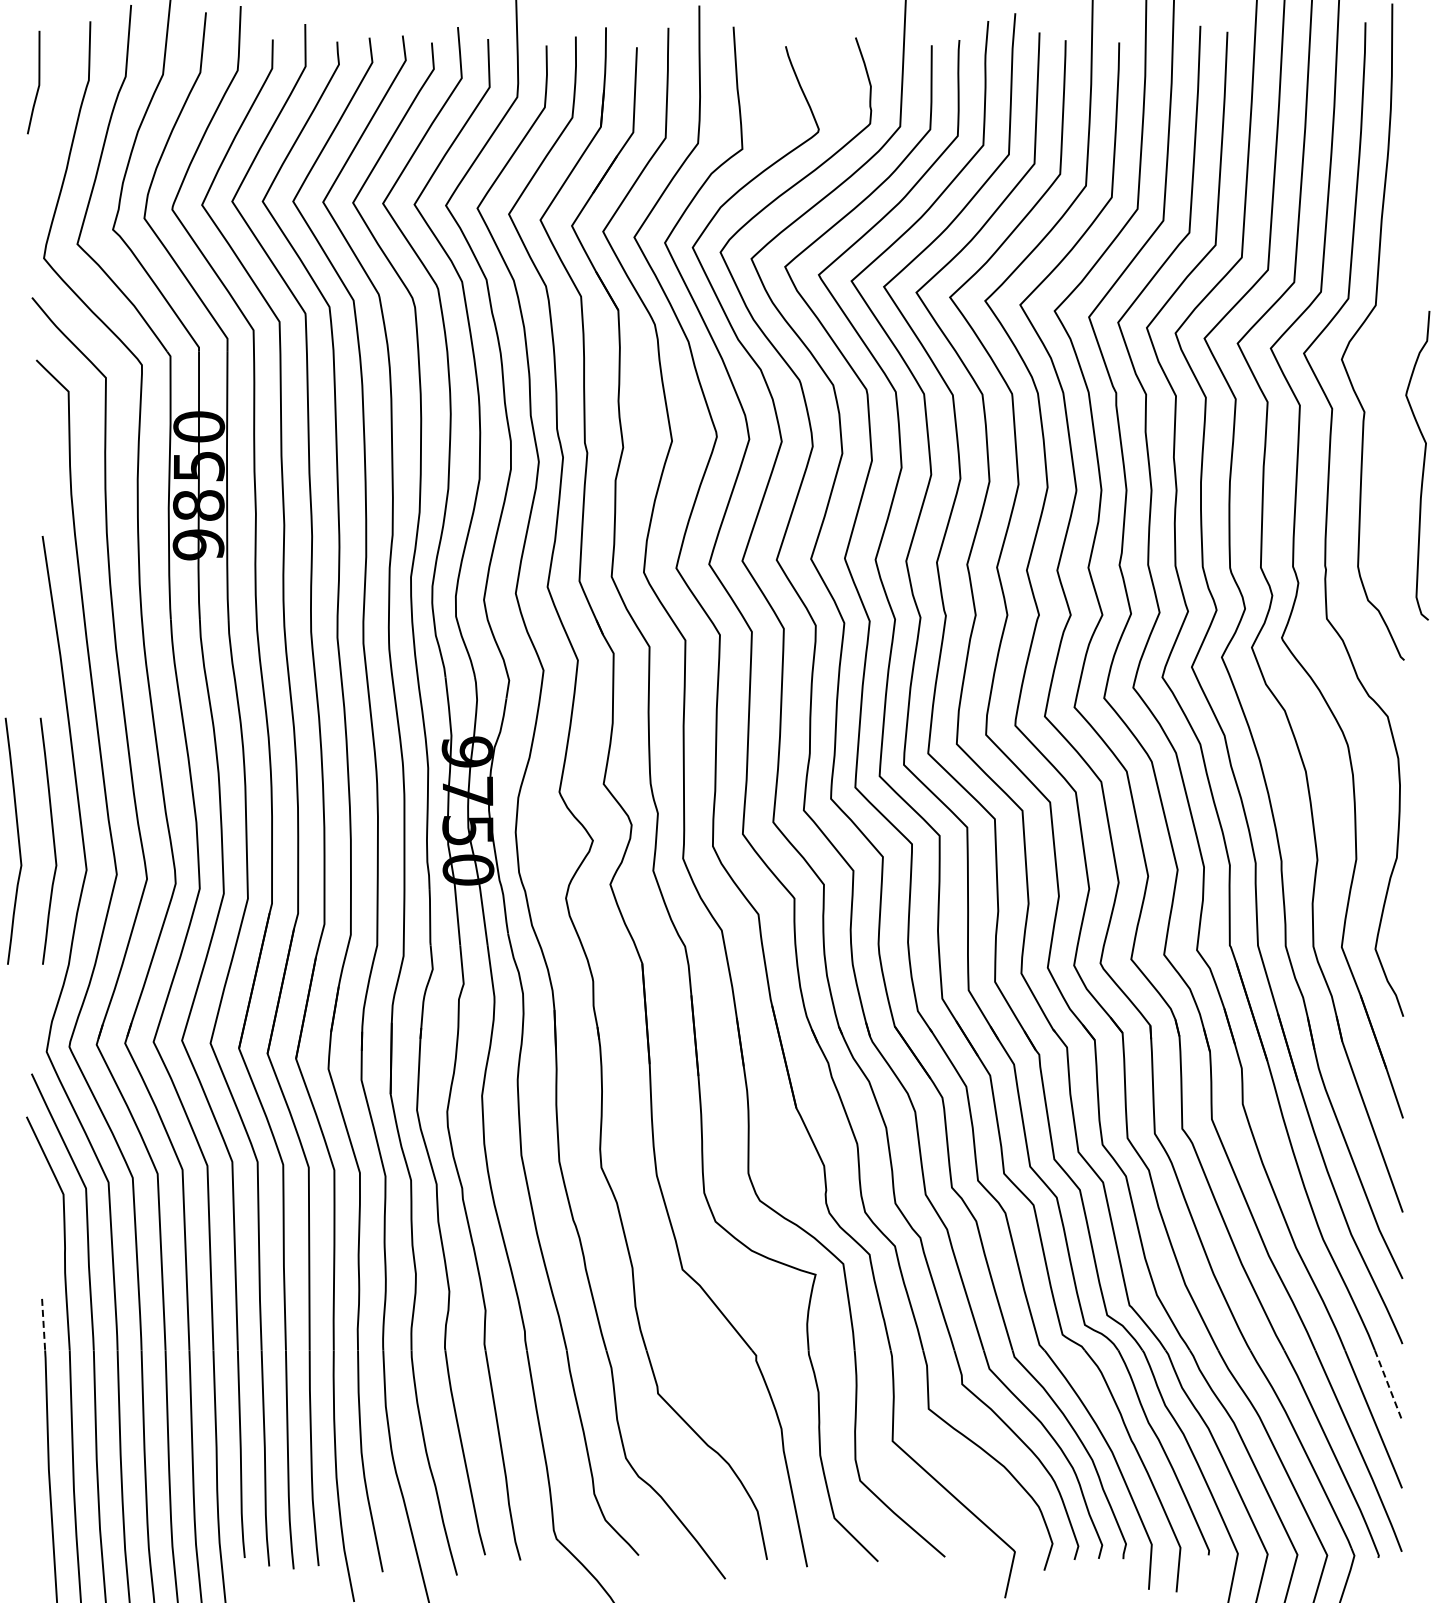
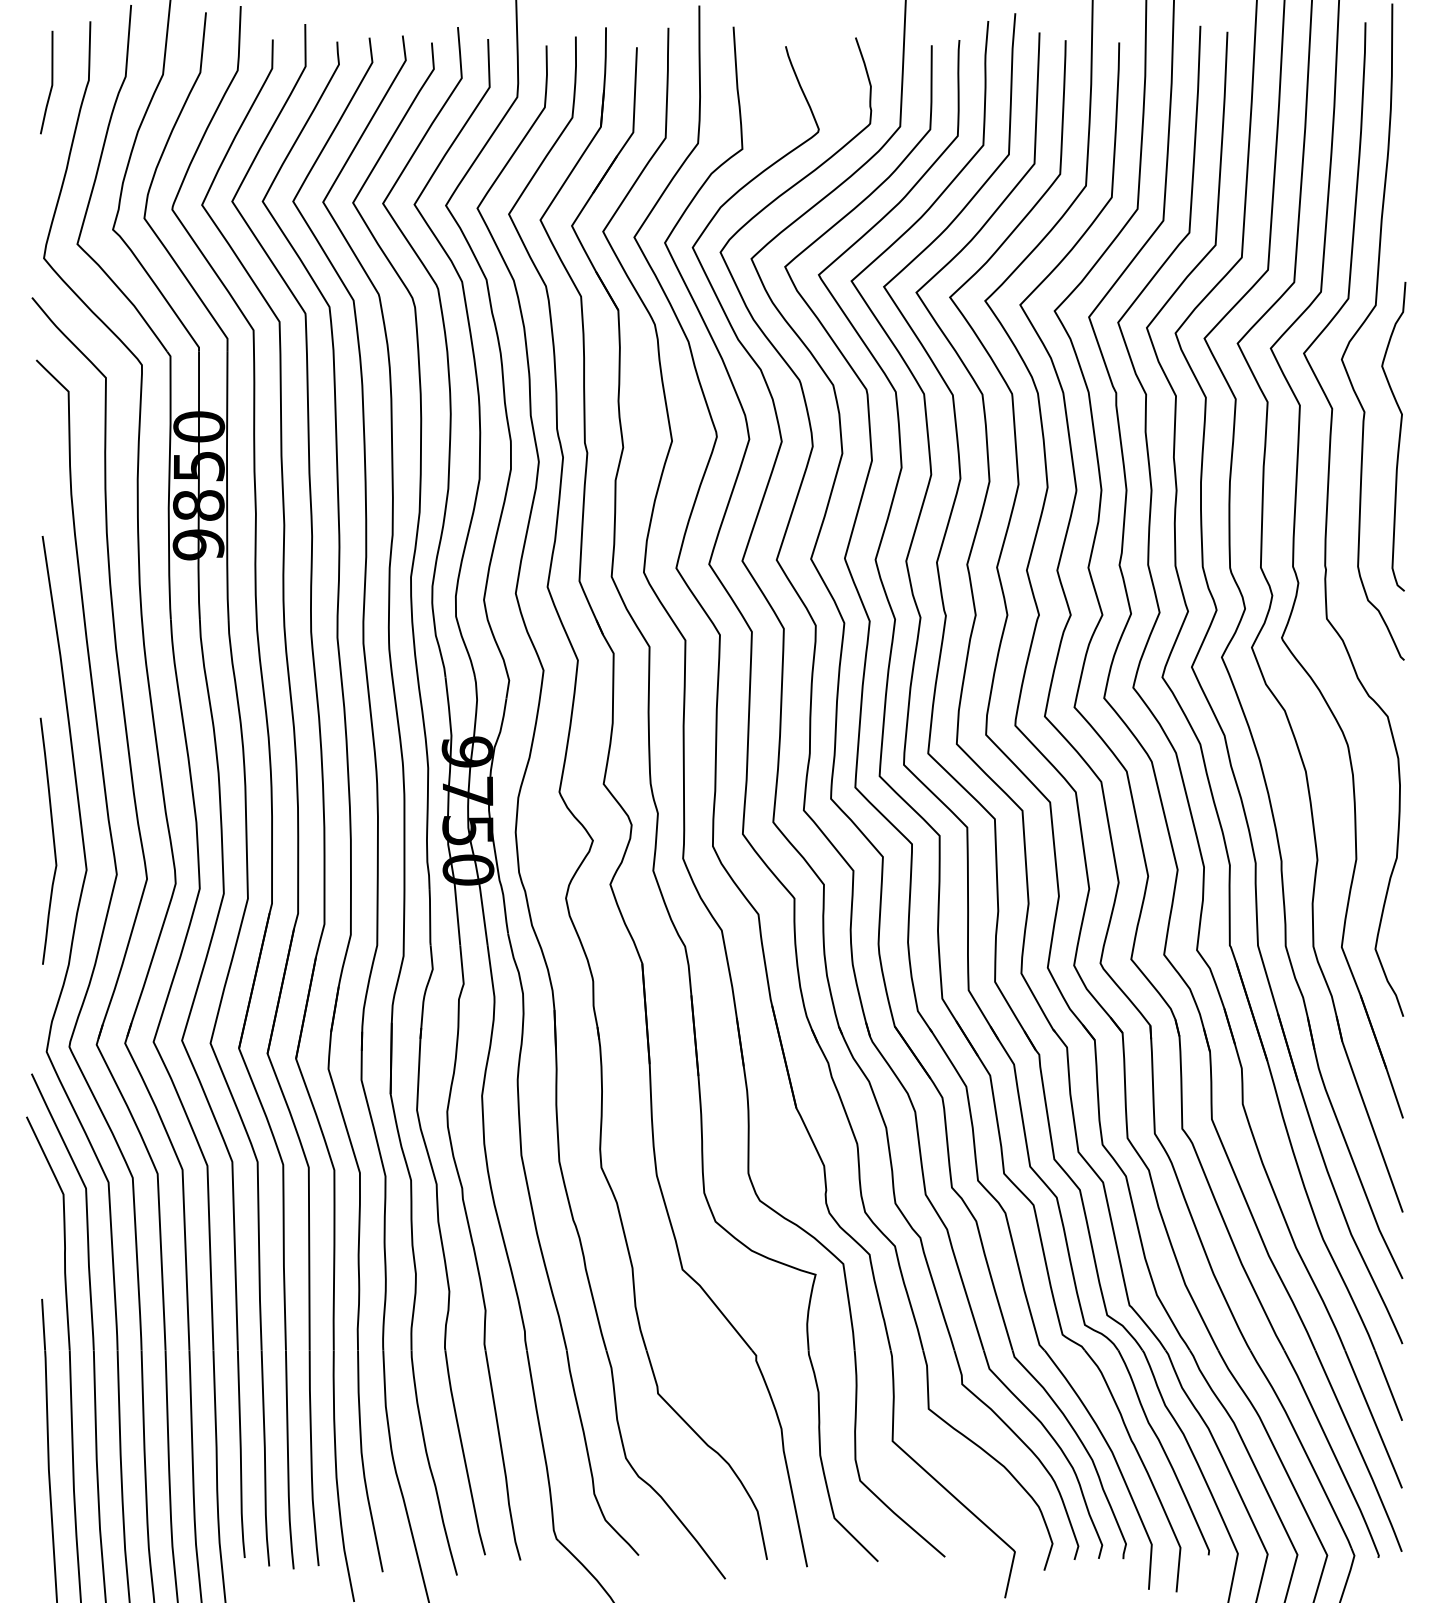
curve at (38, 82) position: (38, 82) -> (51, 82)
curve at (1422, 466) position: (1422, 466) -> (1398, 437)
curve at (17, 838): present -> none
line at (43, 1324): dashed -> solid
line at (1388, 1385): dashed -> solid
